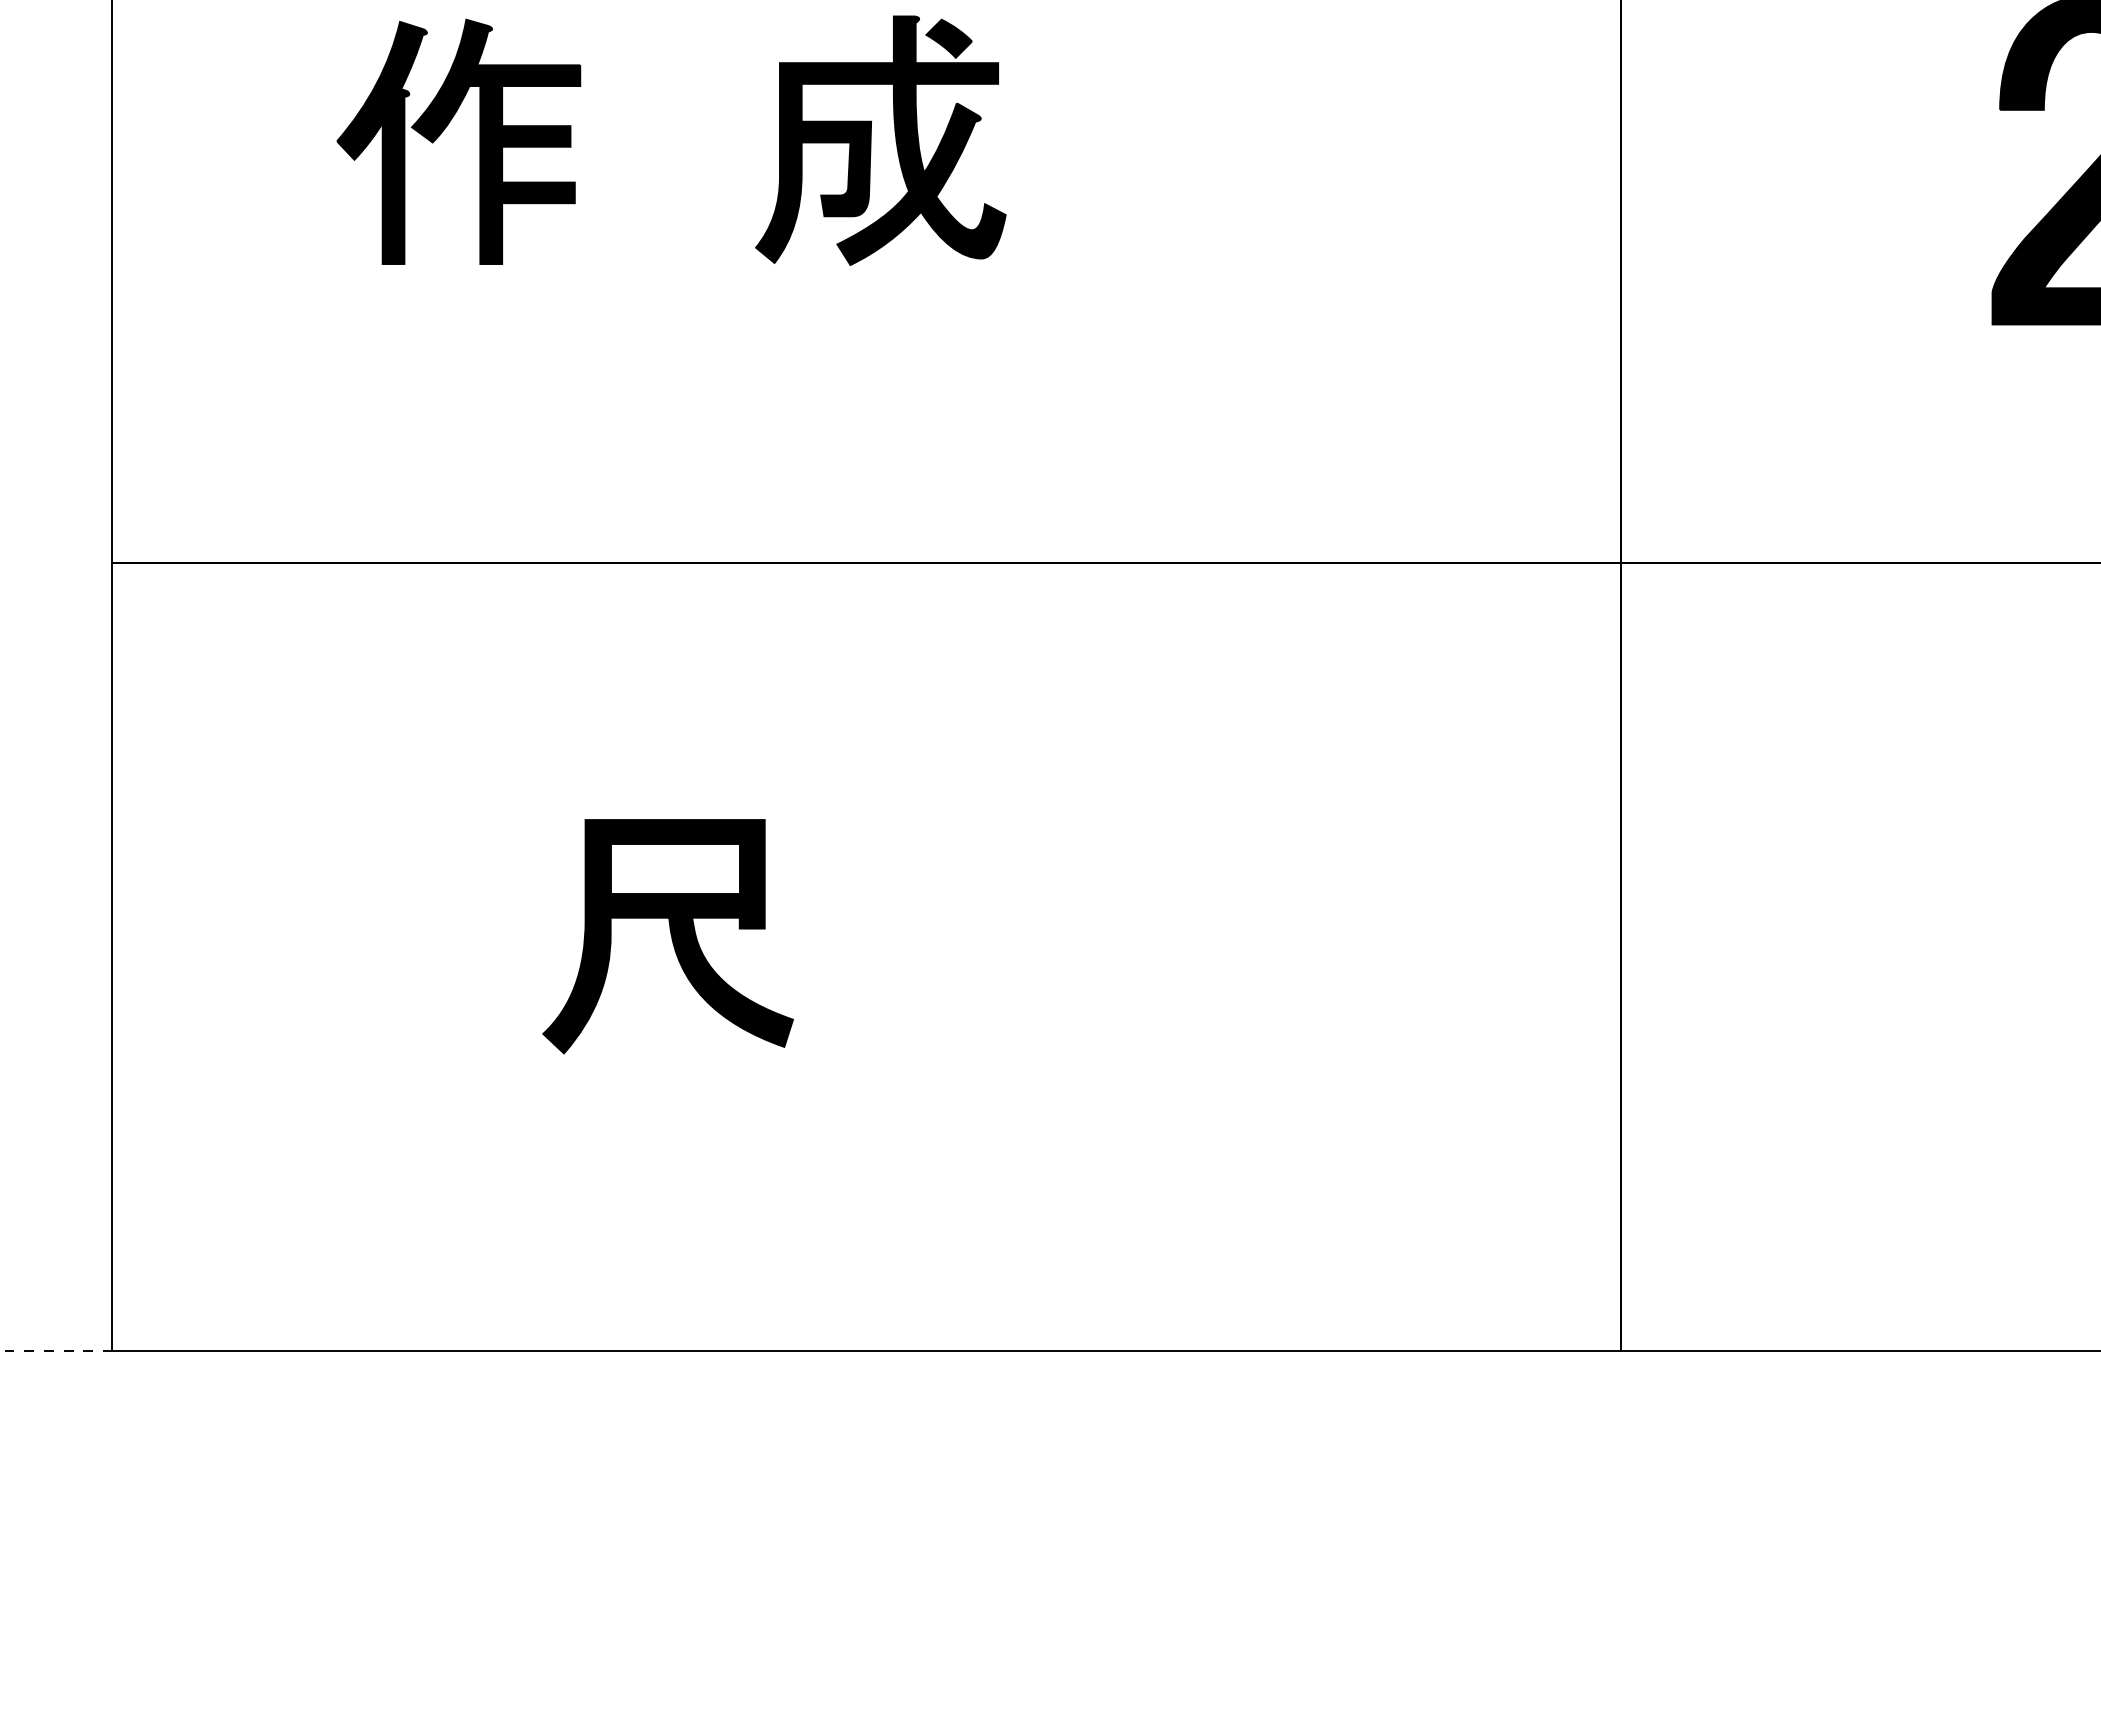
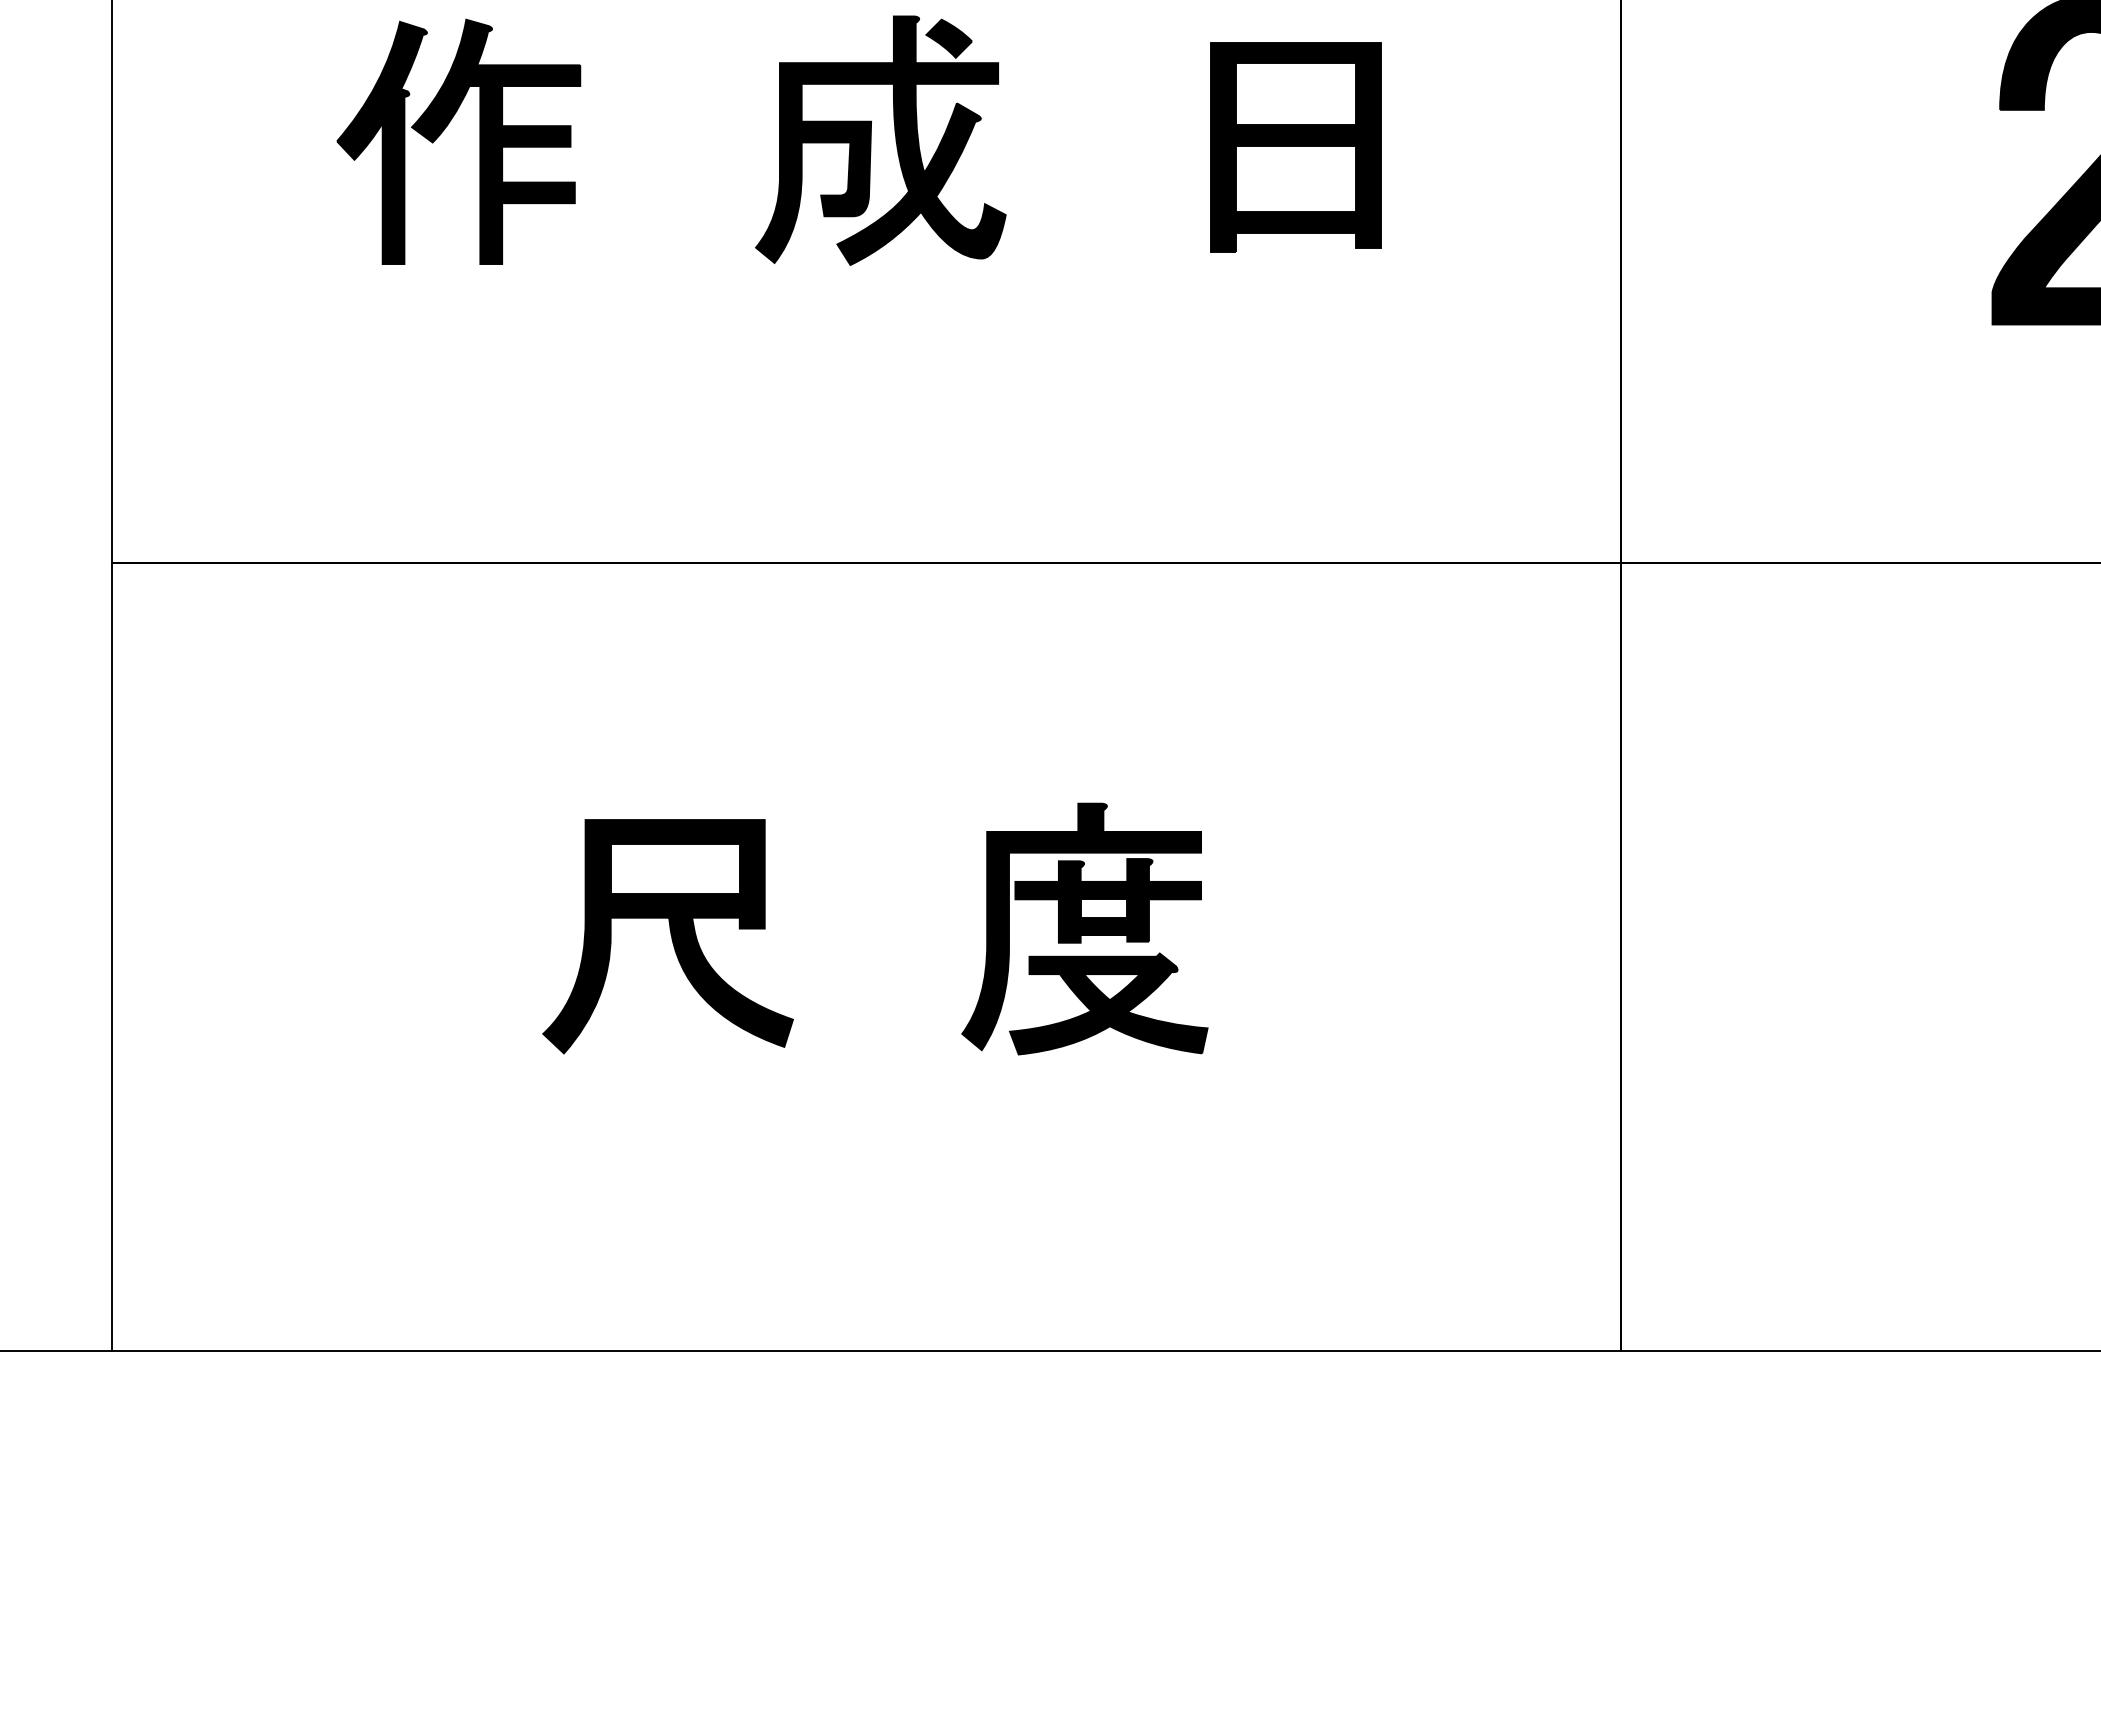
part at (1295, 147): none -> present
part at (1084, 928): none -> present
line at (56, 1351): dashed -> solid
